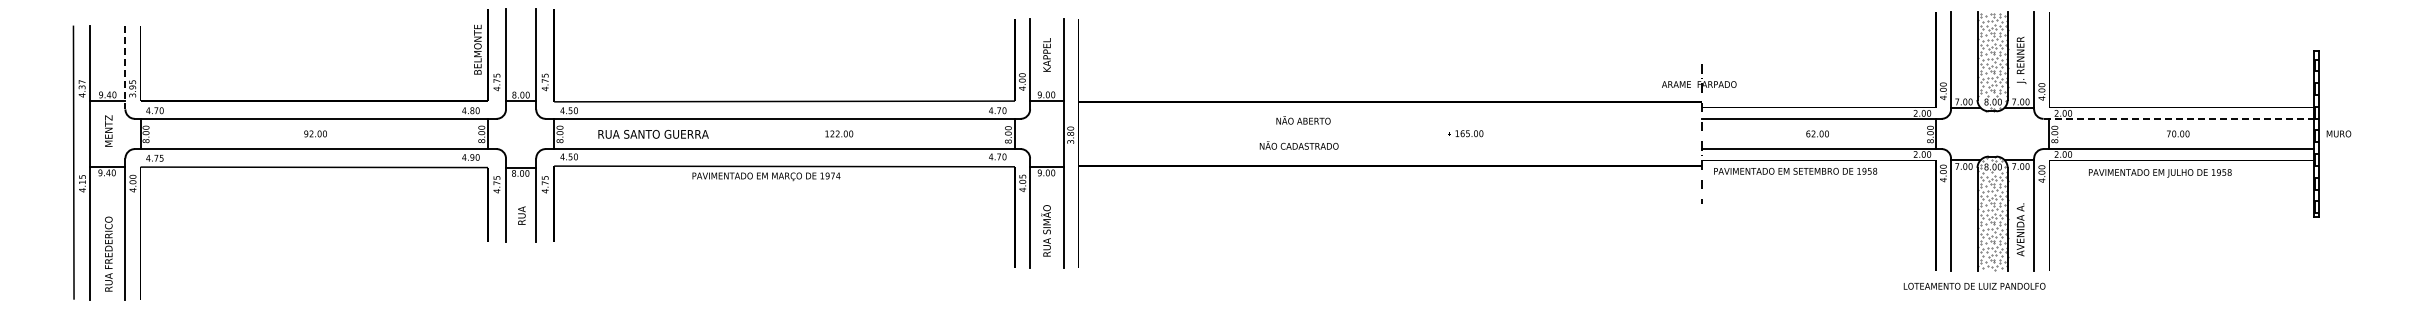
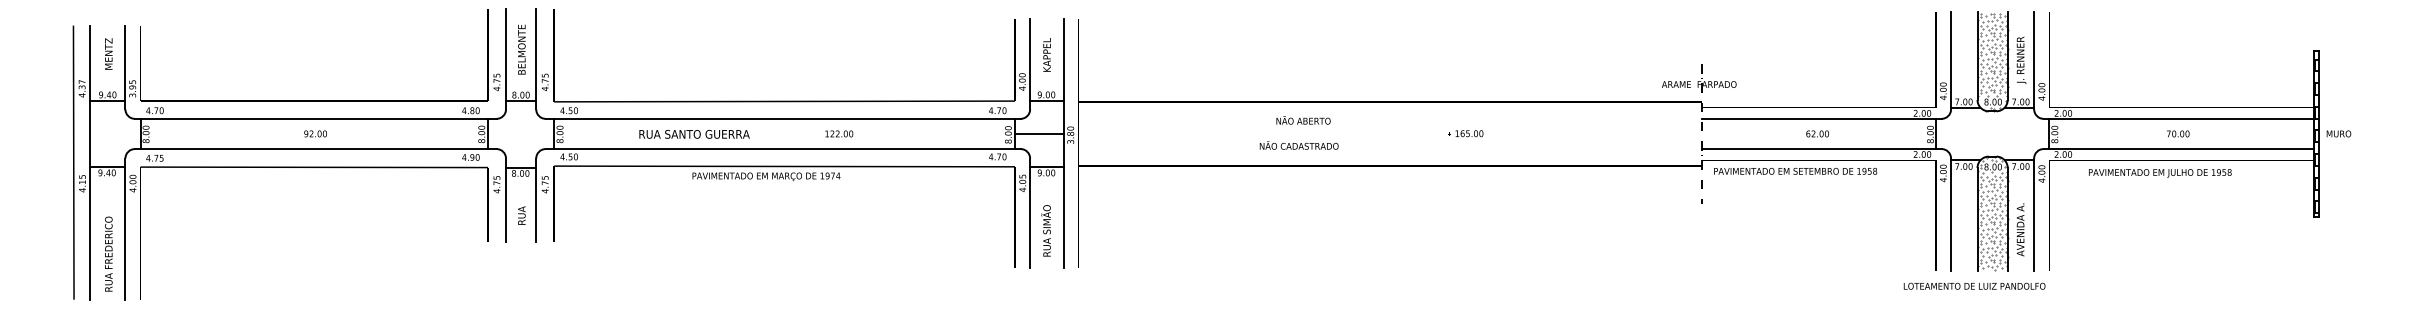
text at (477, 49) position: (477, 49) -> (521, 49)
line at (125, 67): dashed -> solid
line at (2179, 118): dashed -> solid
text at (108, 130) position: (108, 130) -> (108, 53)
line at (1039, 133): none -> present
text at (653, 134) position: (653, 134) -> (694, 134)
